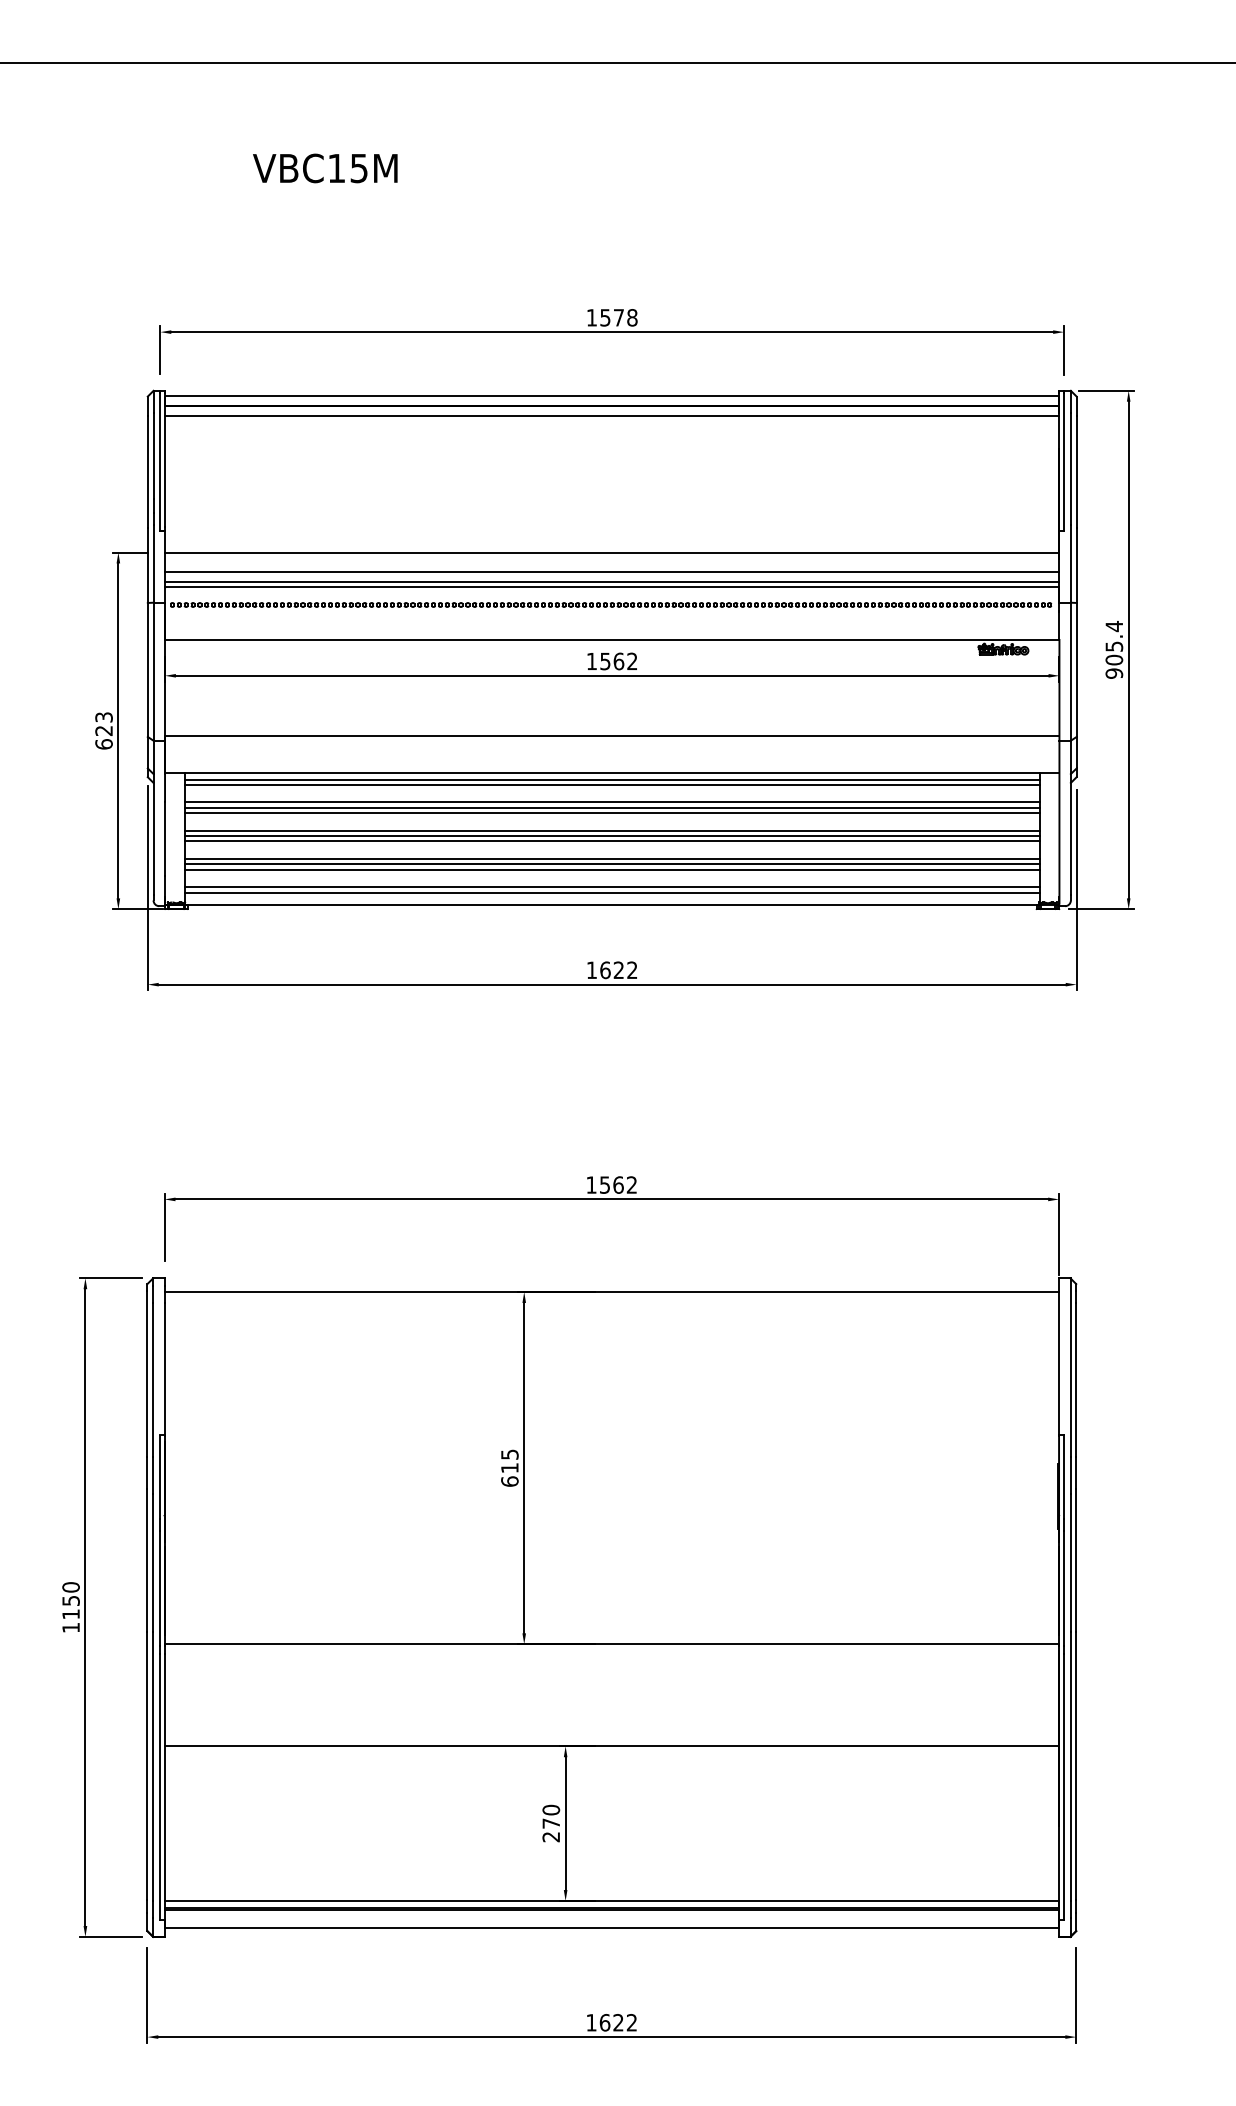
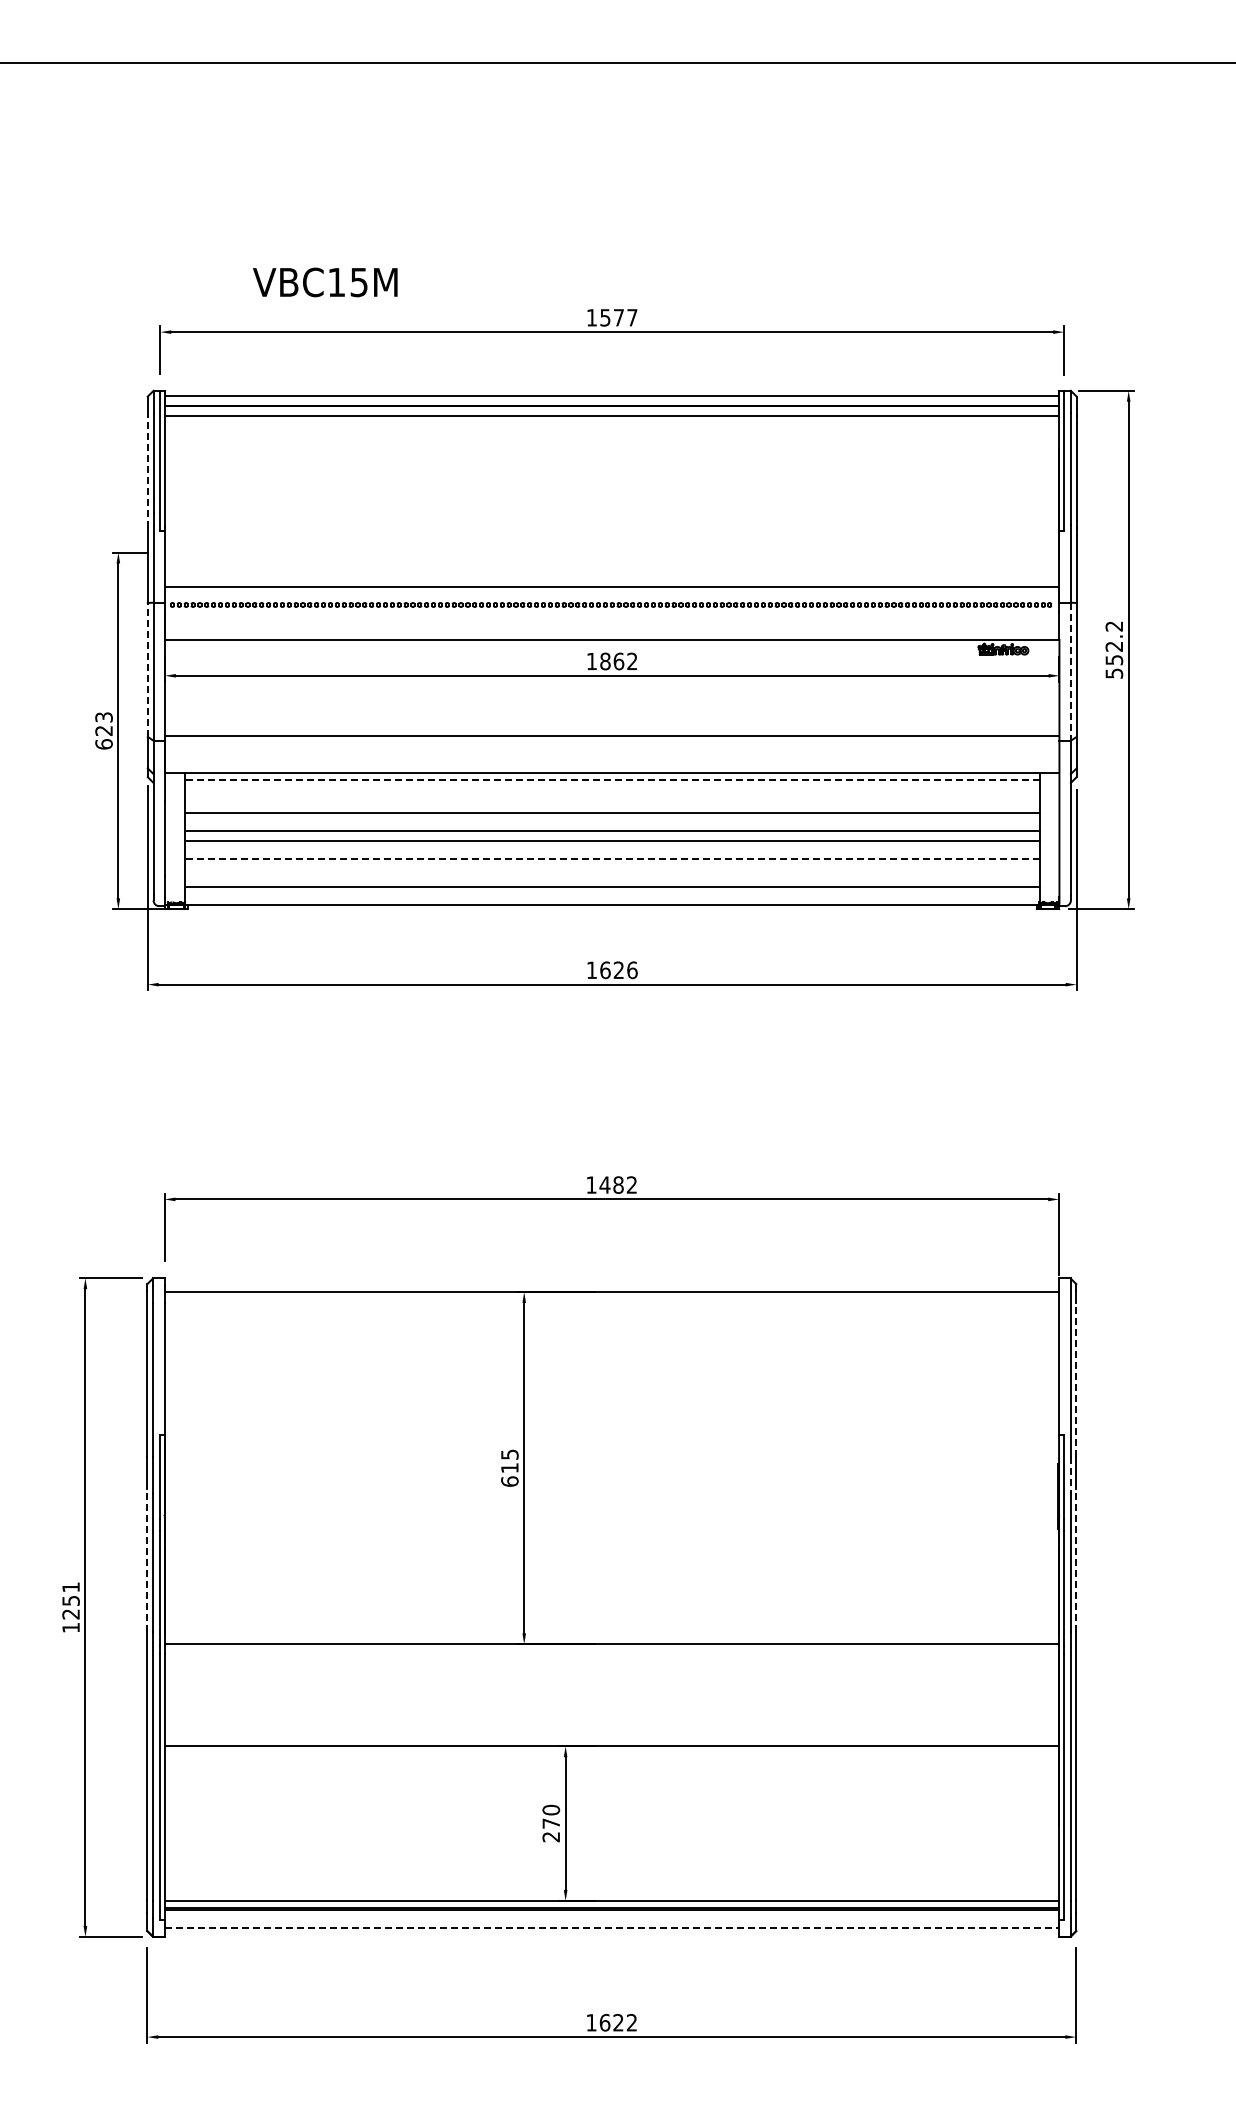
text at (325, 168) position: (325, 168) -> (325, 282)
text at (632, 317): 1578 -> 1577
line at (147, 471): solid -> dashed
line at (612, 552): present -> none
line at (612, 571): present -> none
line at (612, 581): present -> none
text at (1114, 649): 905.4 -> 552.2
text at (605, 661): 1562 -> 1862
line at (147, 669): solid -> dashed
line at (1070, 672): solid -> dashed
line at (612, 779): solid -> dashed
line at (611, 784): present -> none
line at (611, 802): present -> none
line at (611, 808): present -> none
line at (611, 836): present -> none
line at (612, 858): solid -> dashed
line at (611, 863): present -> none
line at (611, 869): present -> none
line at (611, 893): present -> none
text at (632, 970): 1622 -> 1626
text at (611, 1184): 1562 -> 1482
line at (1076, 1379): solid -> dashed
line at (1070, 1475): solid -> dashed
line at (147, 1560): solid -> dashed
line at (1076, 1560): solid -> dashed
text at (70, 1600): 1150 -> 1251
line at (612, 1927): solid -> dashed
